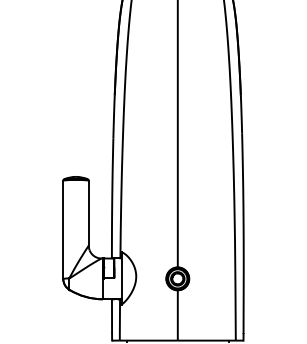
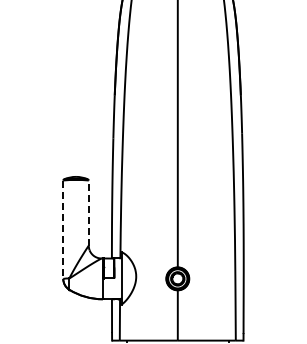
line at (88, 213): solid -> dashed
line at (63, 230): solid -> dashed
